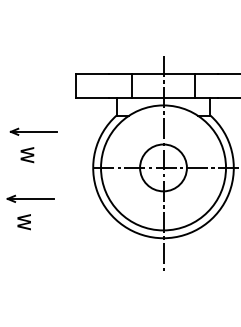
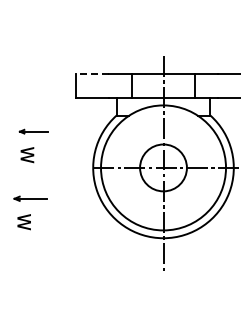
line at (91, 74): solid -> dashed
part at (33, 131) size: 49x9 px -> 31x7 px
part at (30, 198) size: 49x9 px -> 35x7 px
